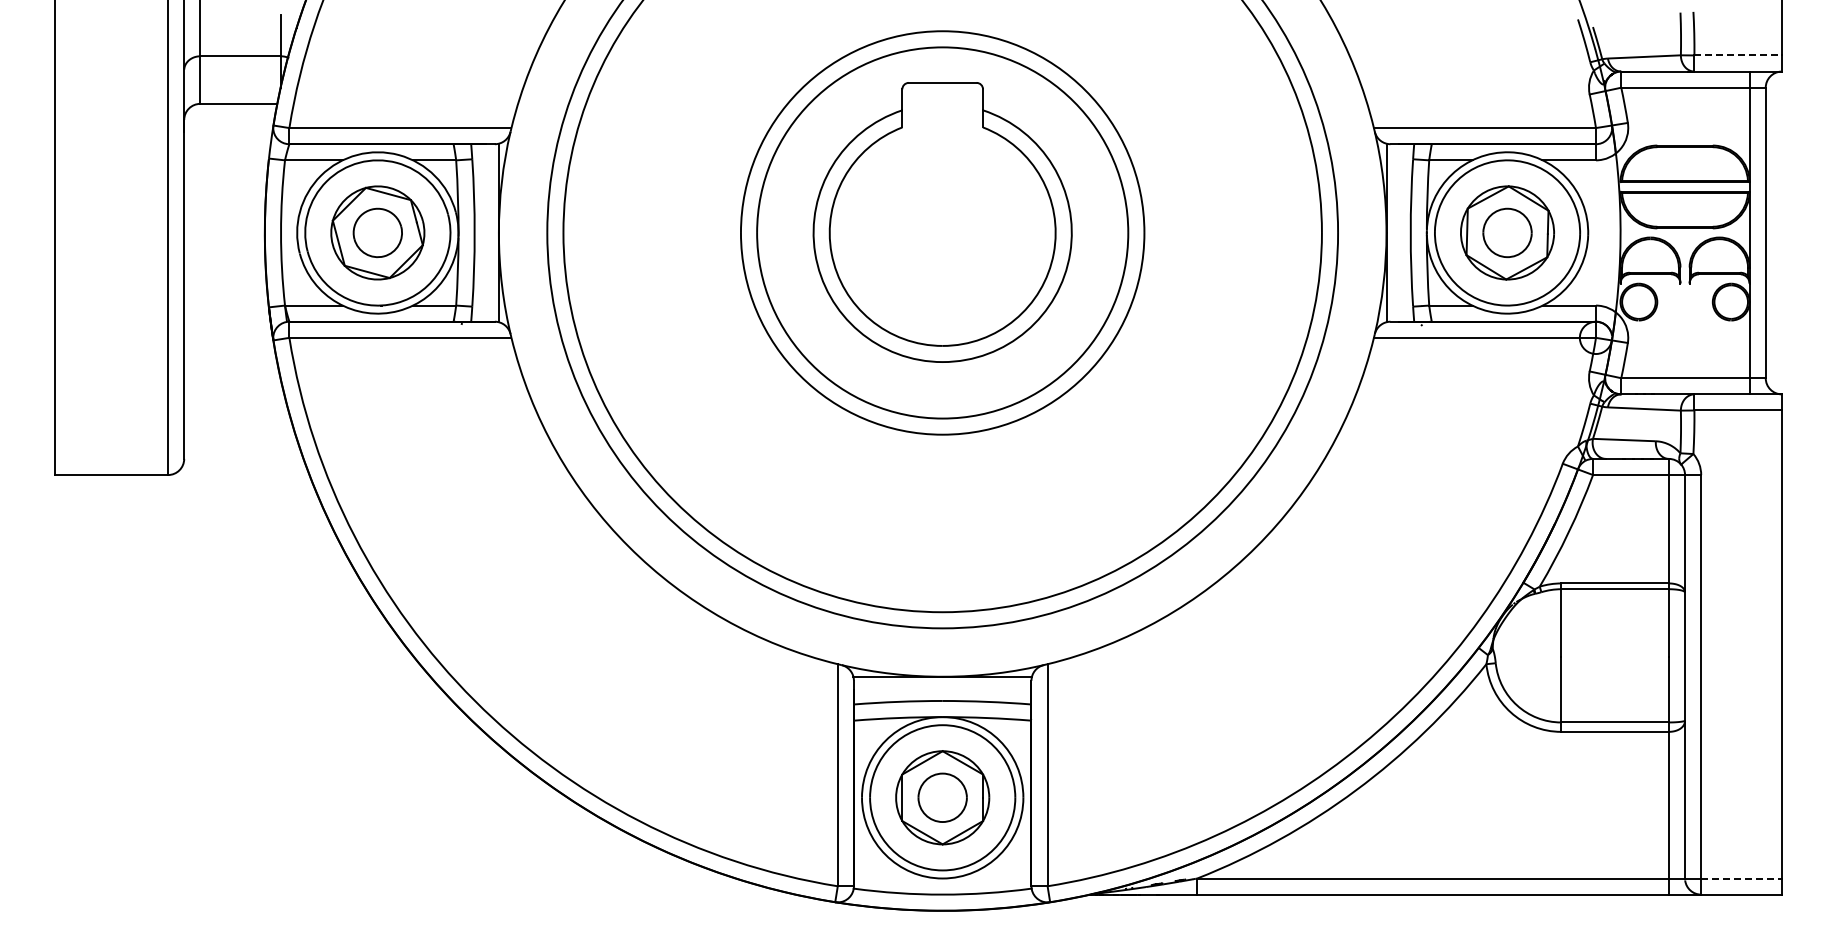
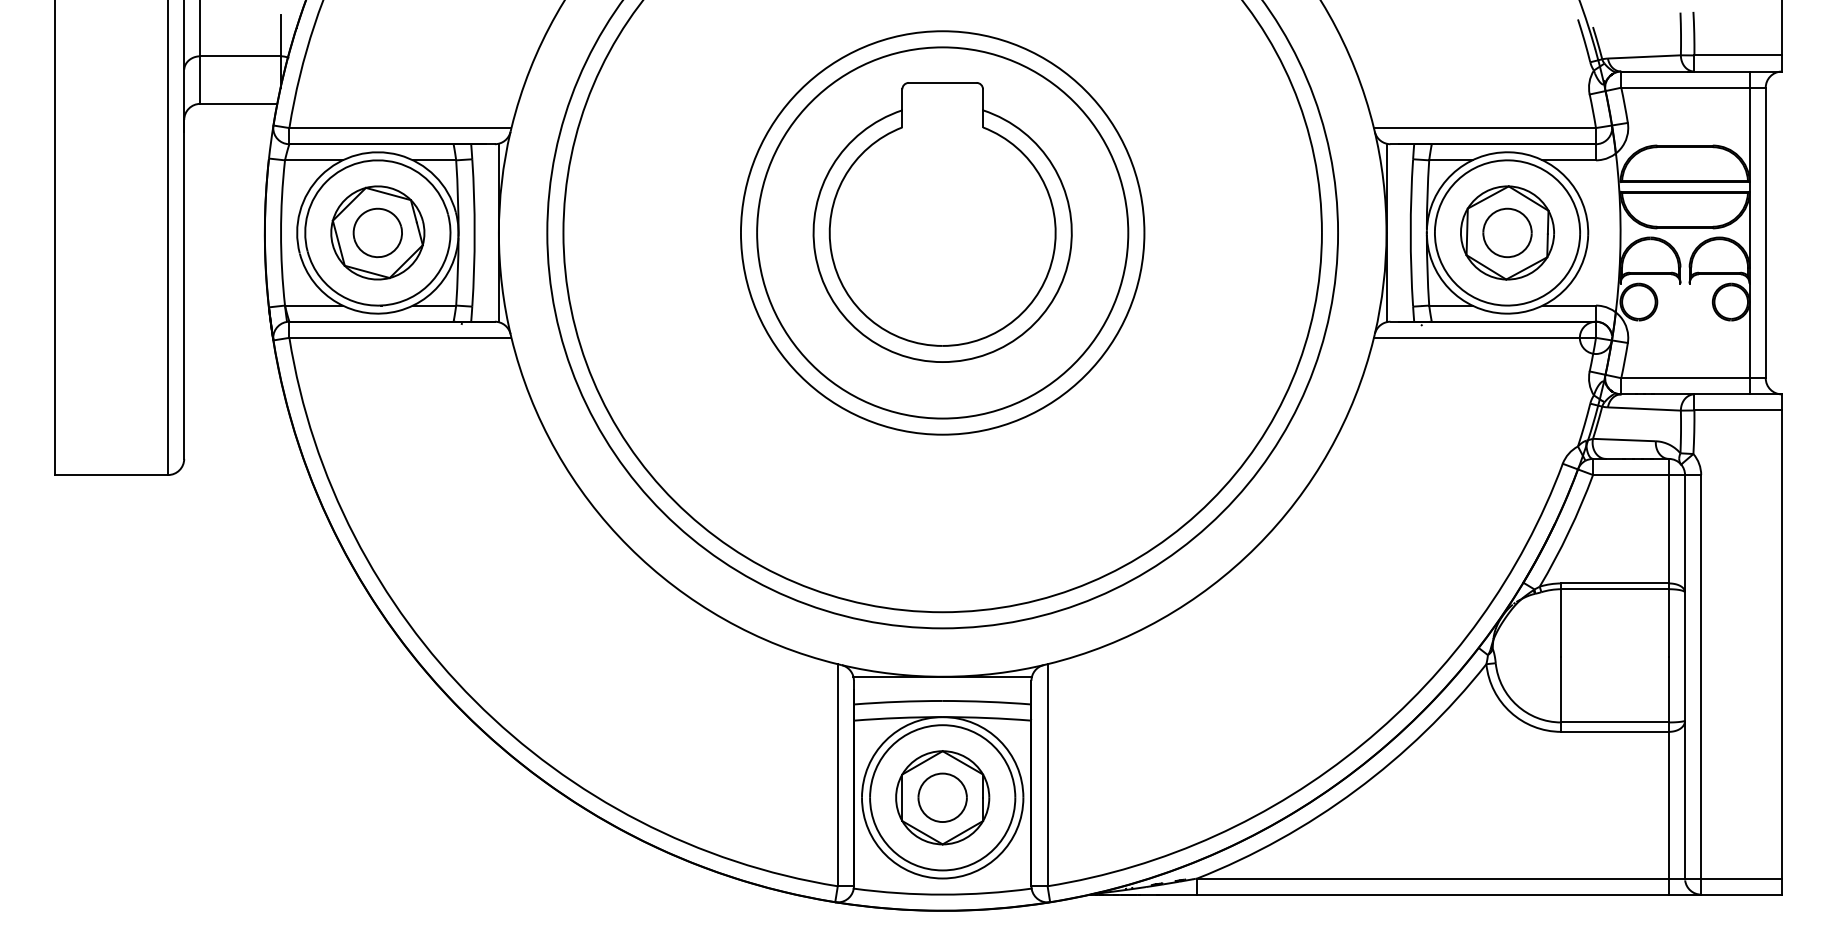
line at (1738, 55): dashed -> solid
line at (1742, 878): dashed -> solid
